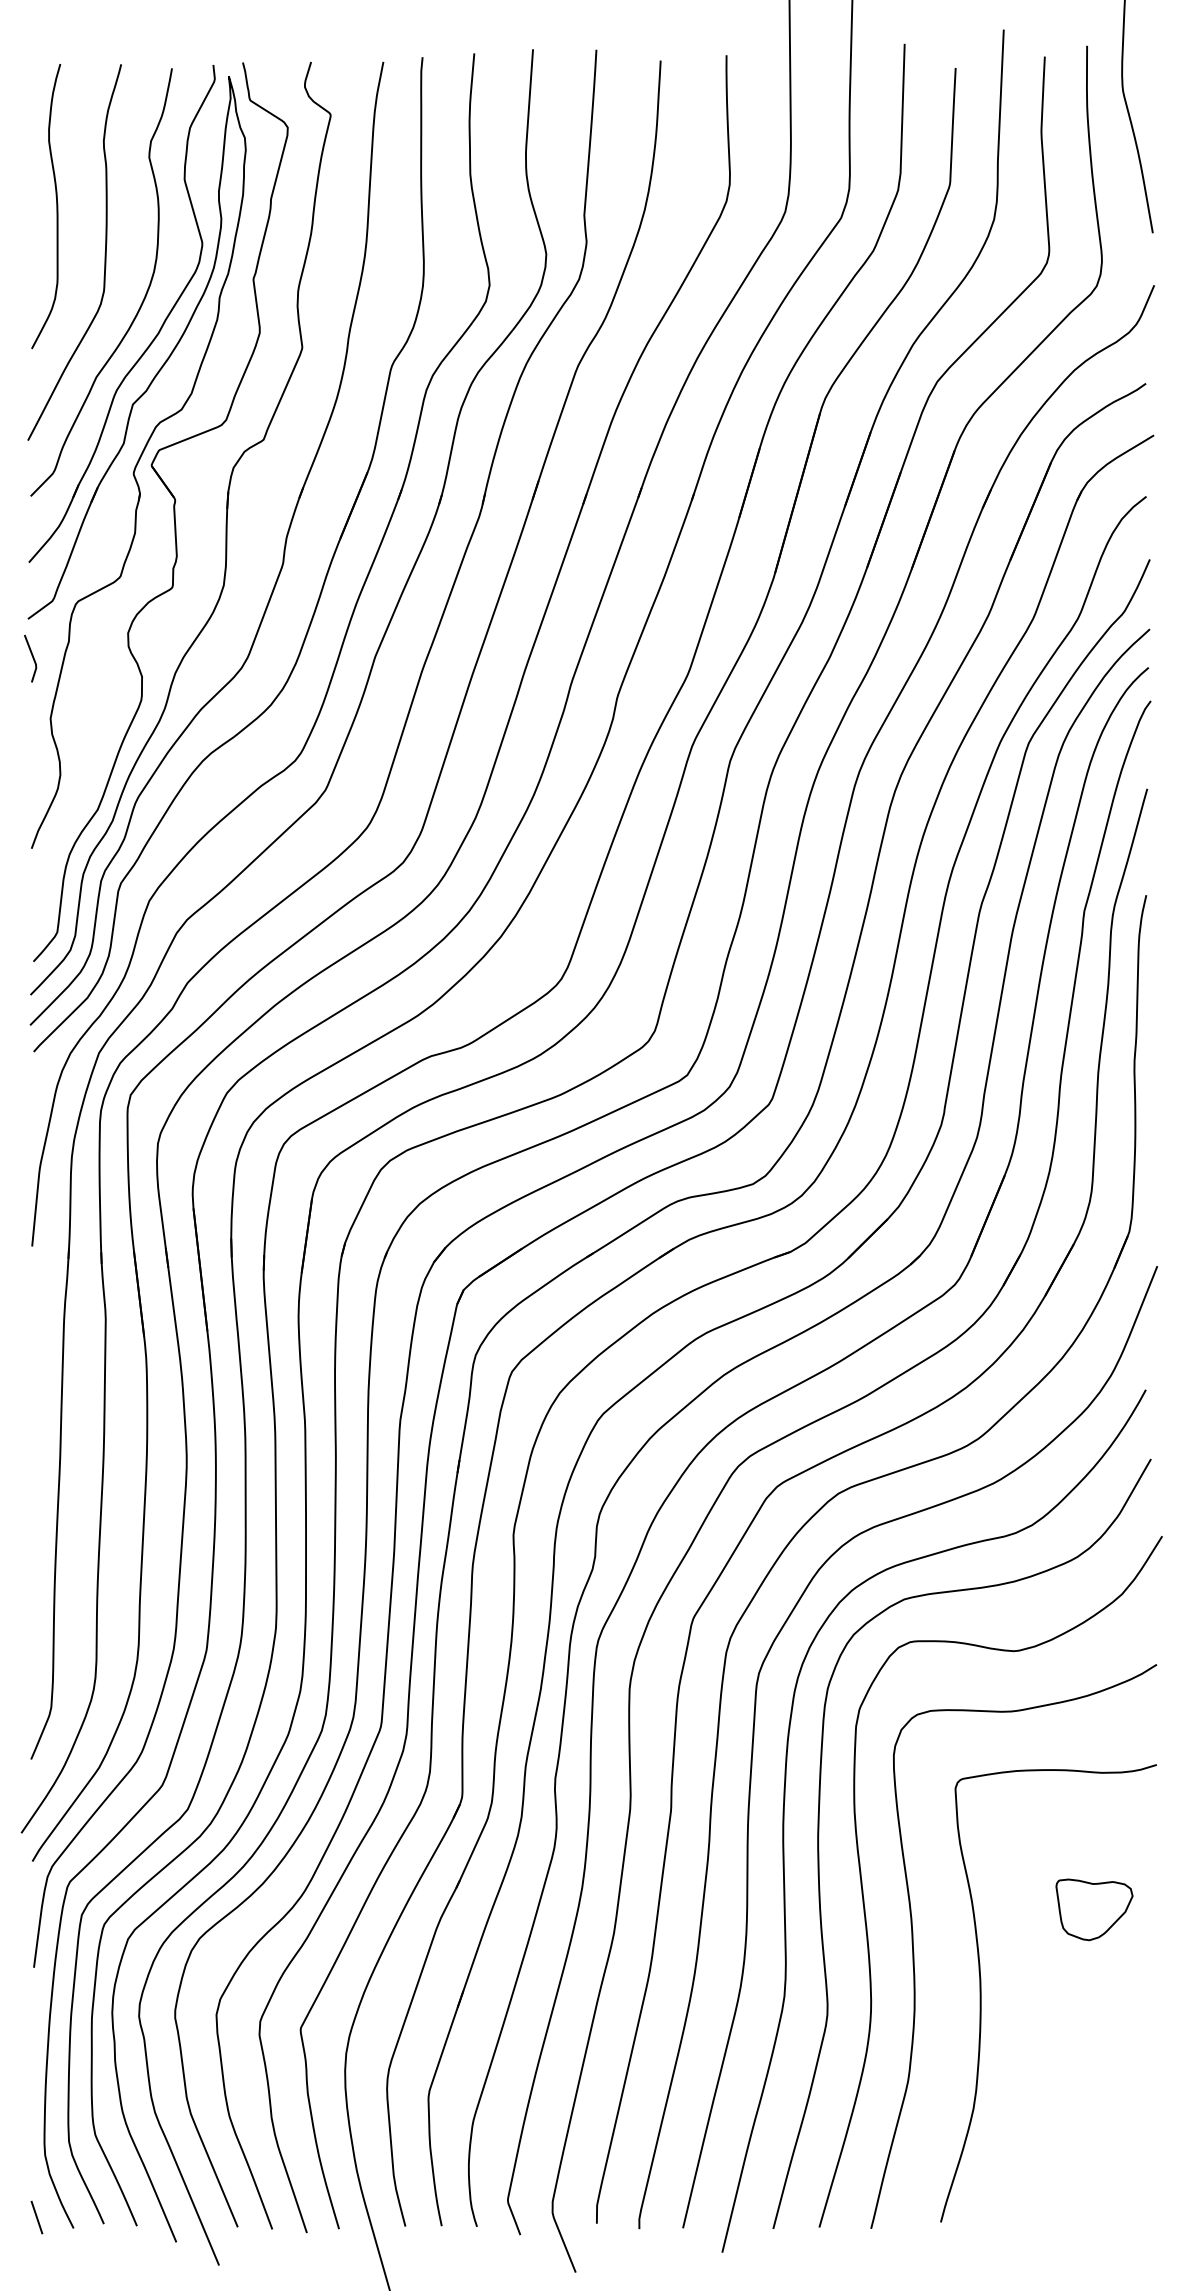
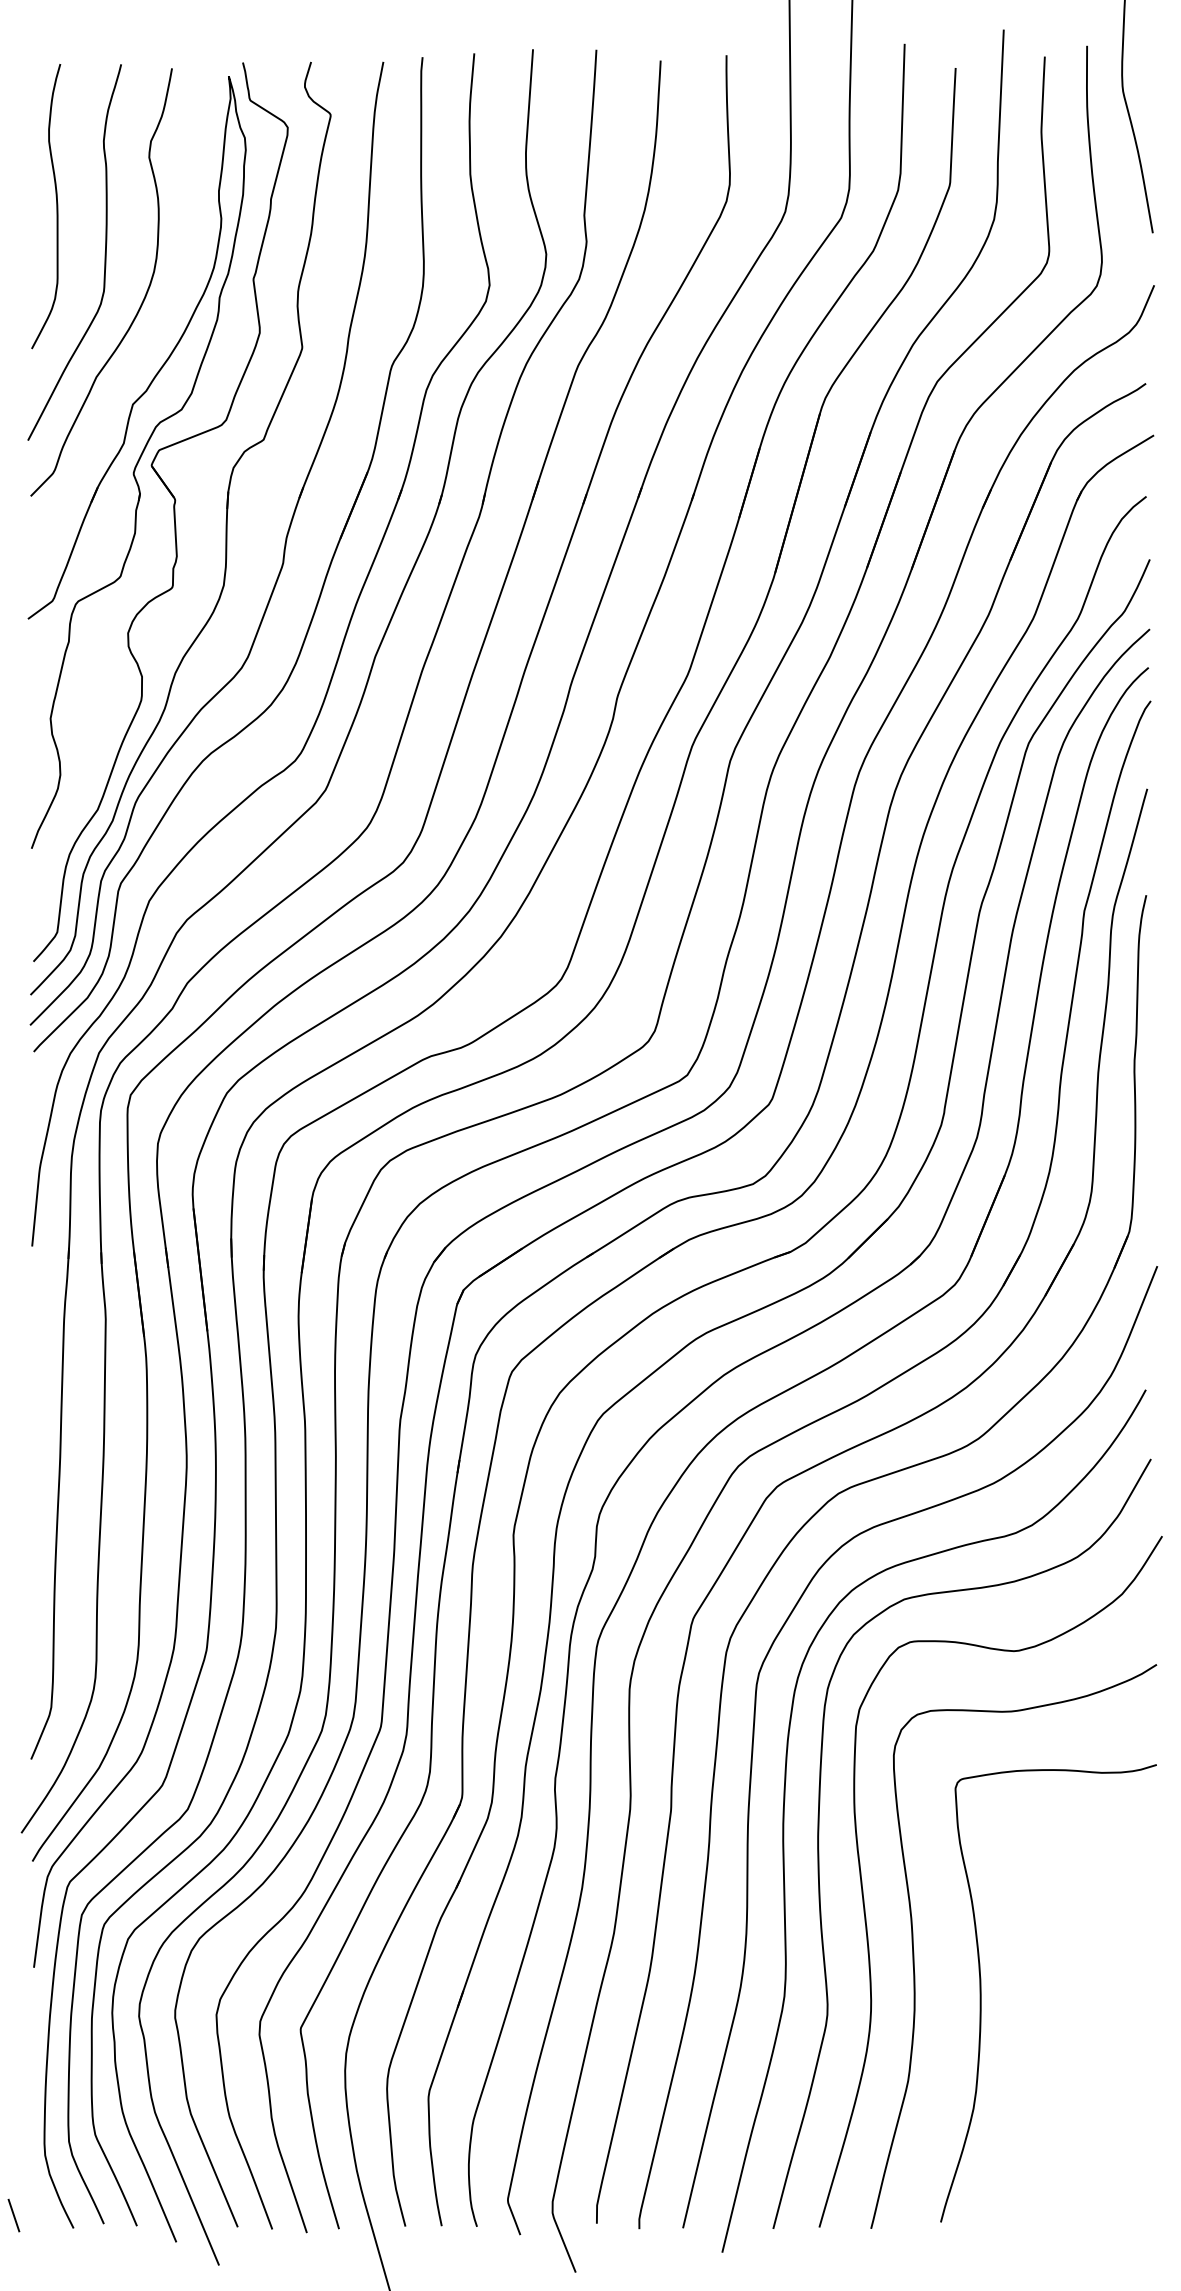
part at (152, 339): present -> none
line at (32, 658): present -> none
part at (1094, 1909): present -> none
line at (36, 2217) position: (36, 2217) -> (13, 2215)
